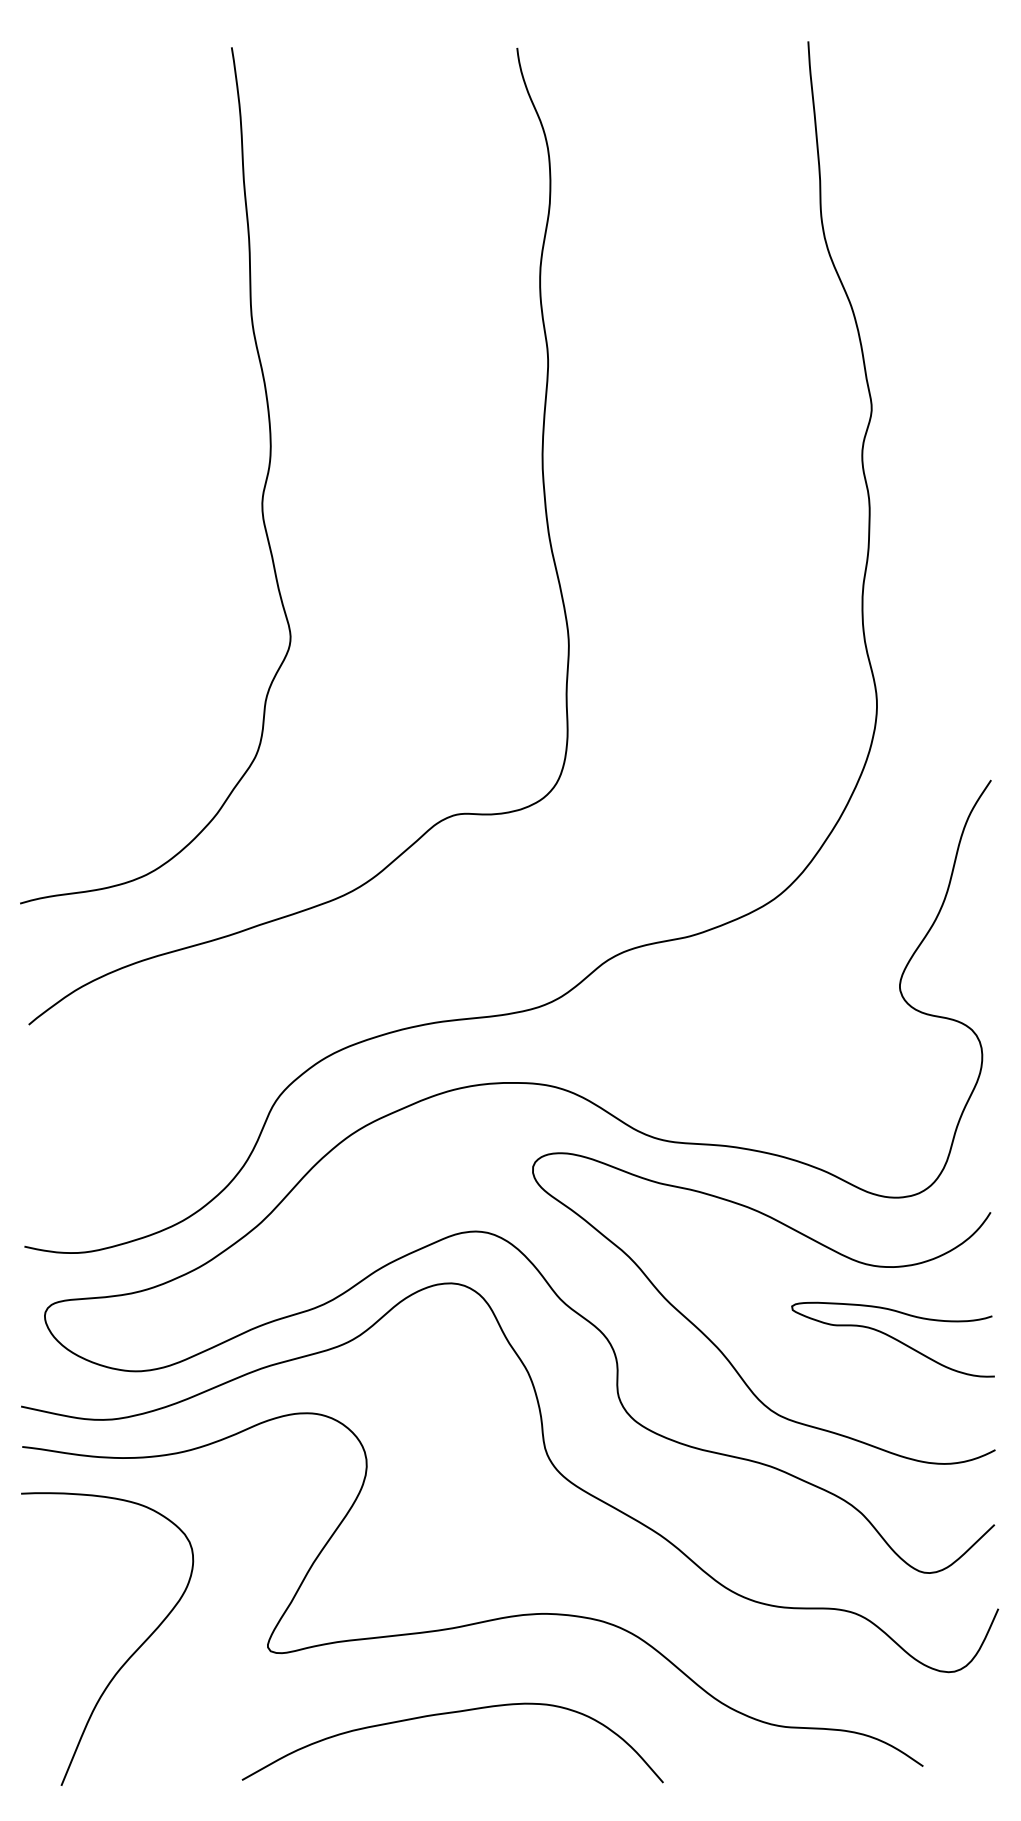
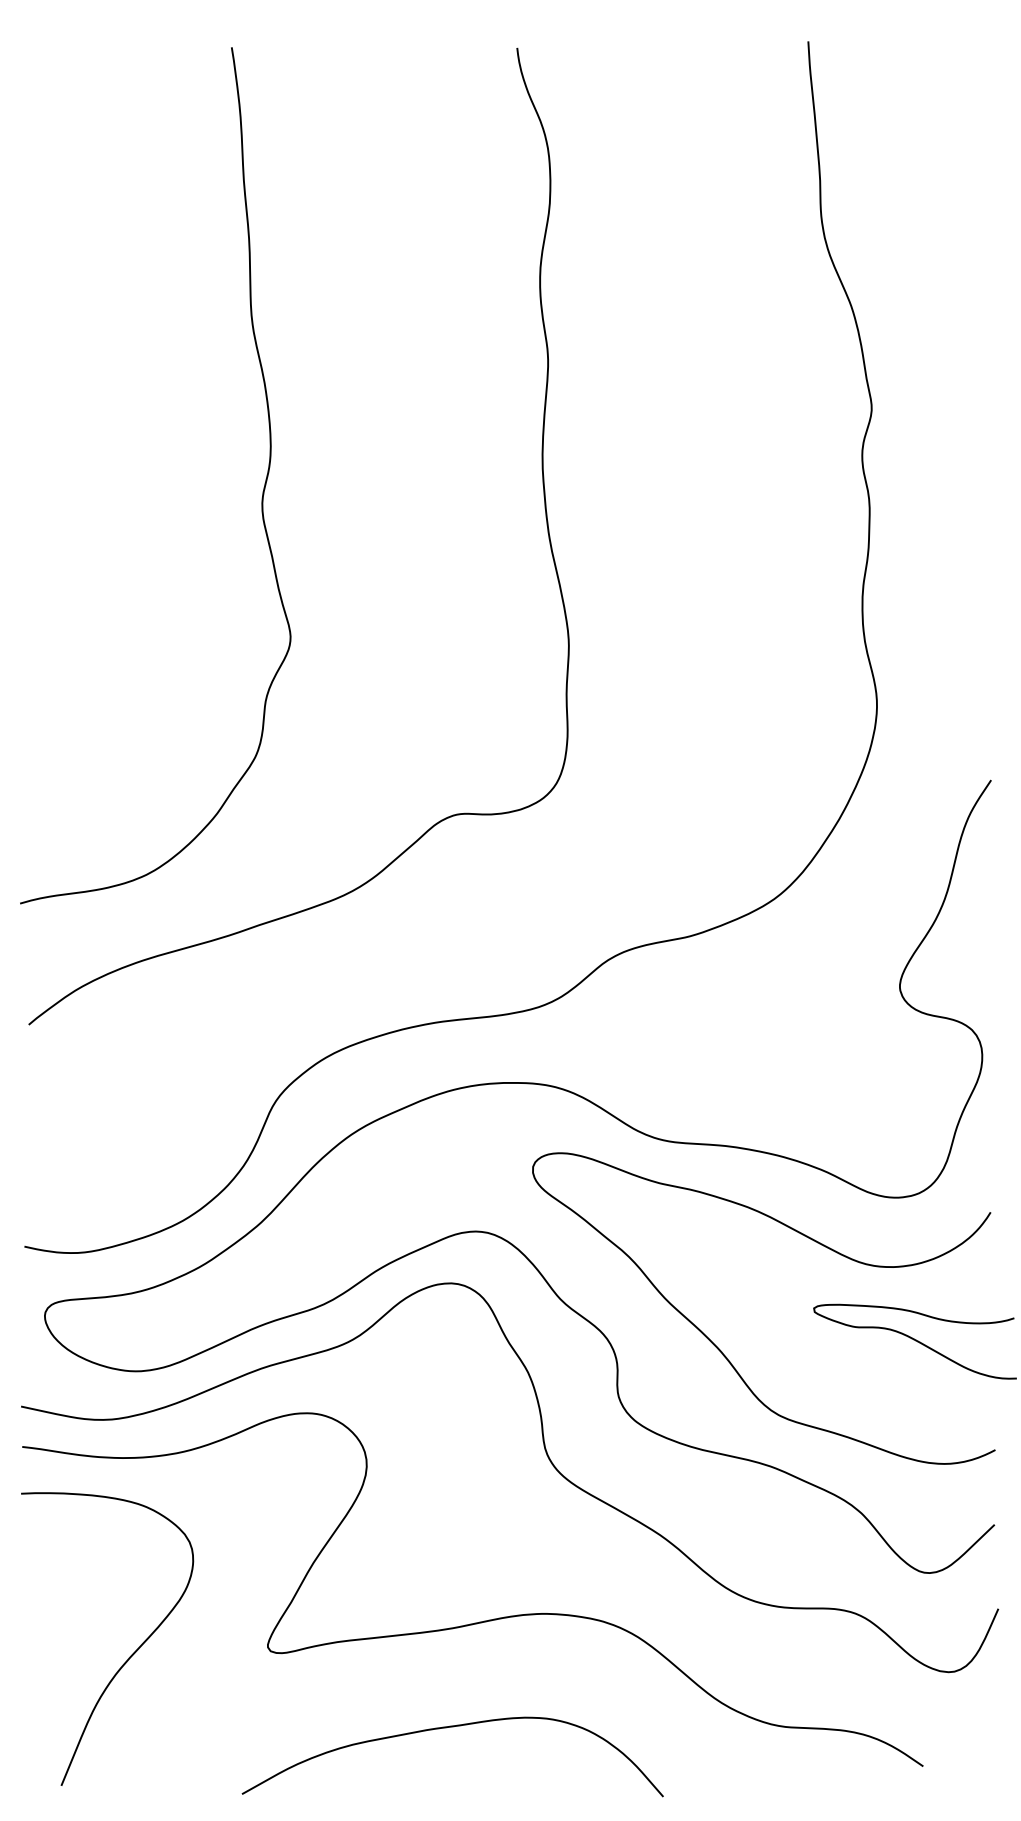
curve at (892, 1338) position: (892, 1338) -> (914, 1340)
curve at (446, 1714) position: (446, 1714) -> (446, 1728)
